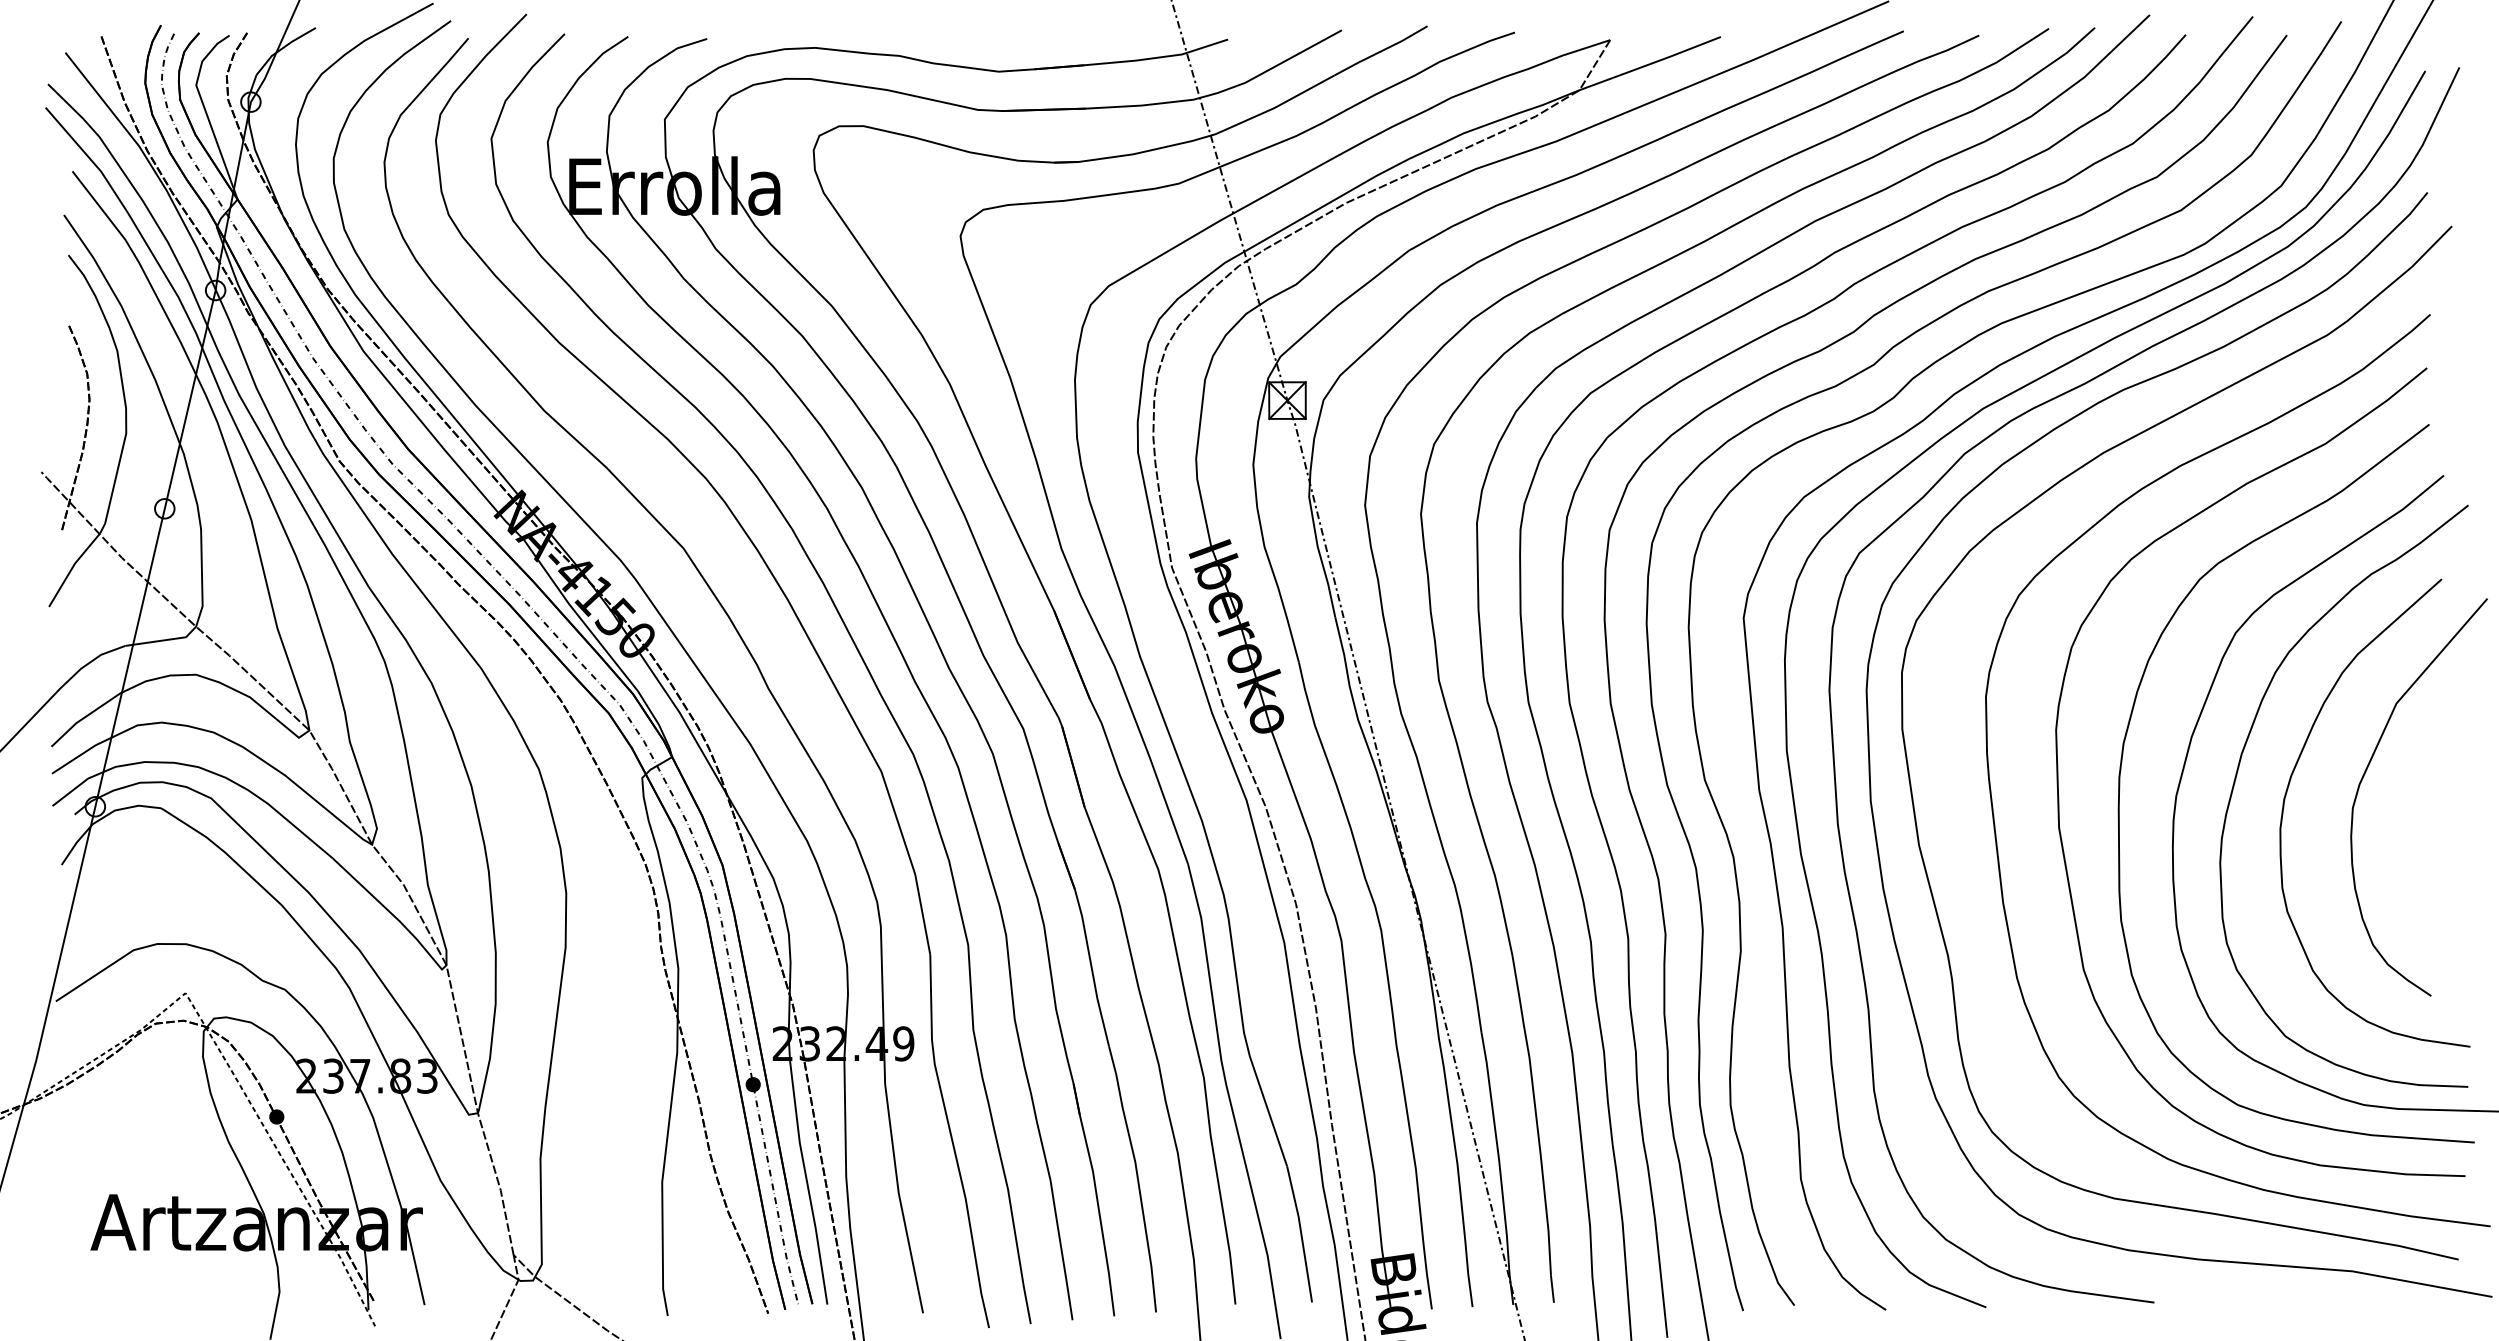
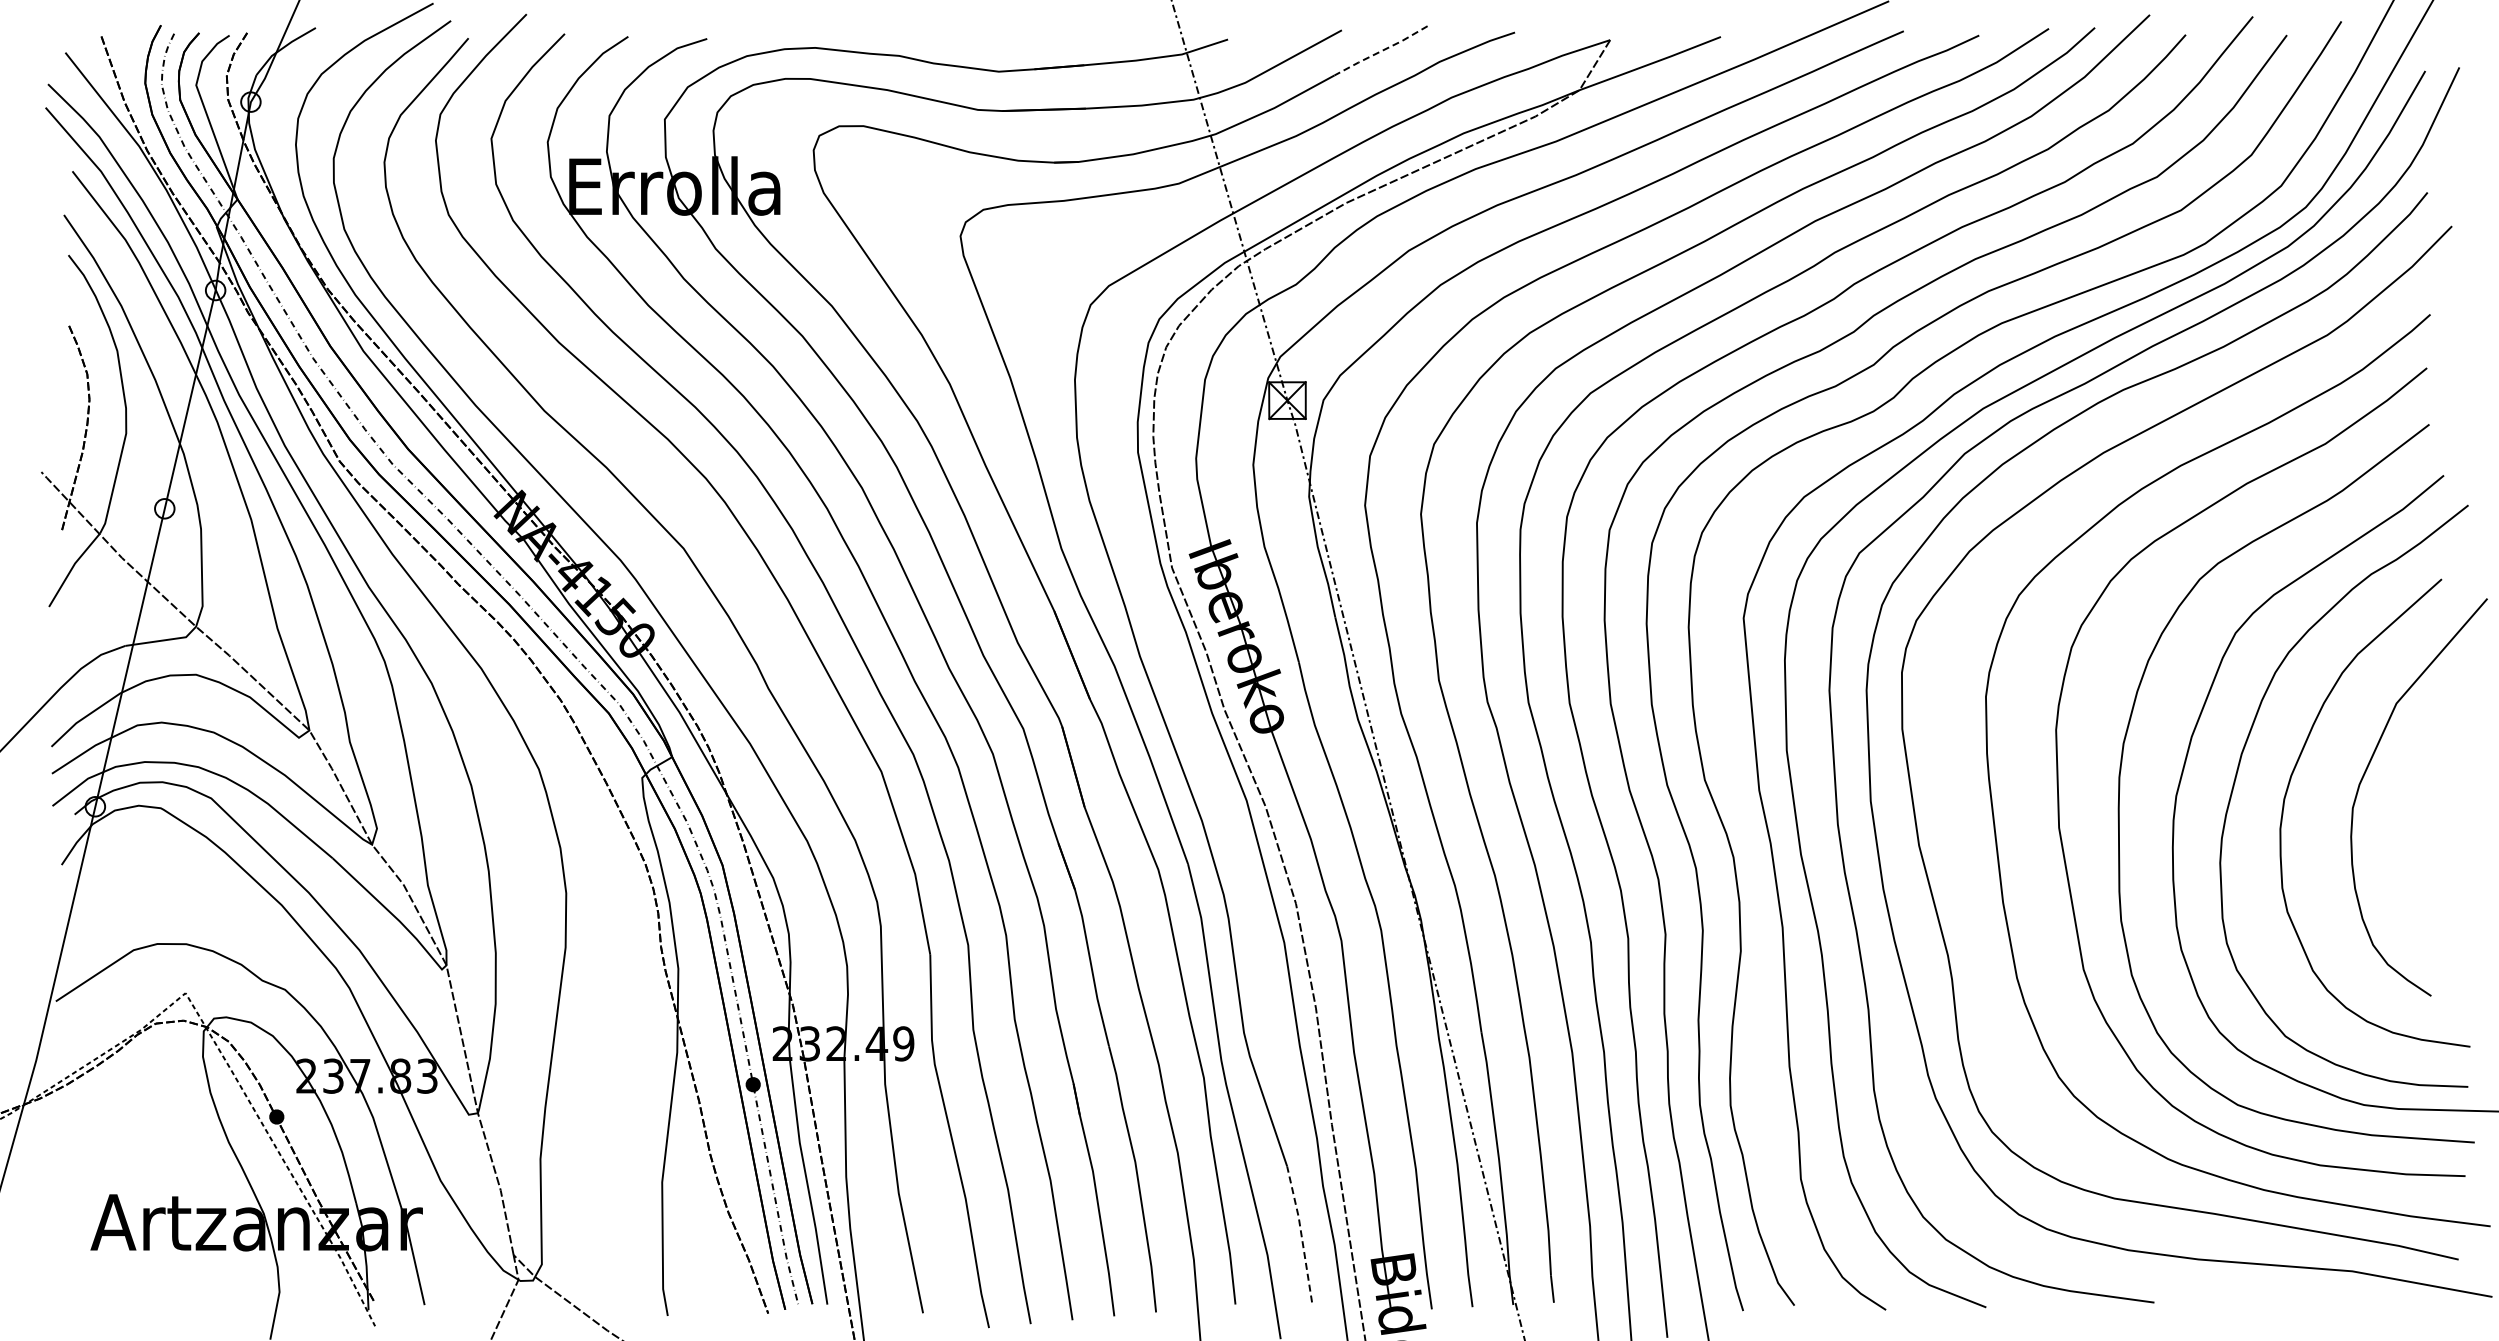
line at (1380, 51): solid -> dashed
line at (1301, 1233): solid -> dashed
